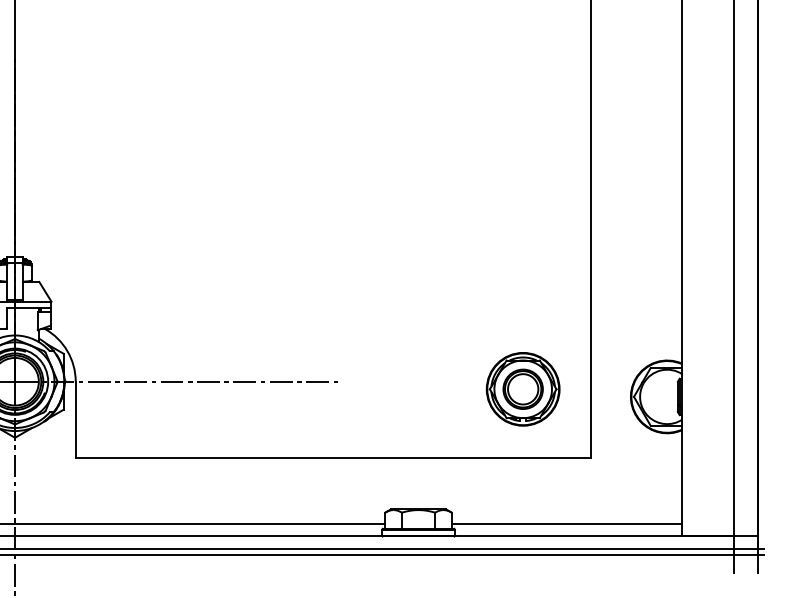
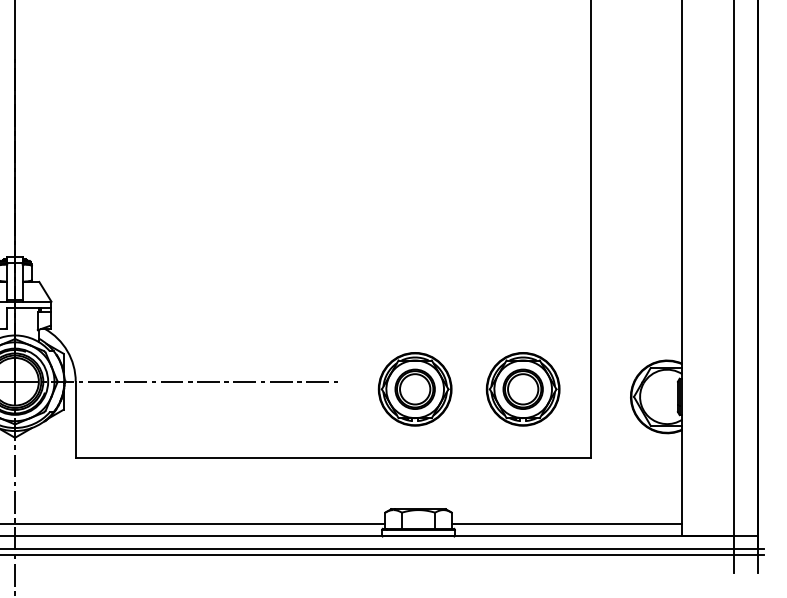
part at (414, 389): none -> present
